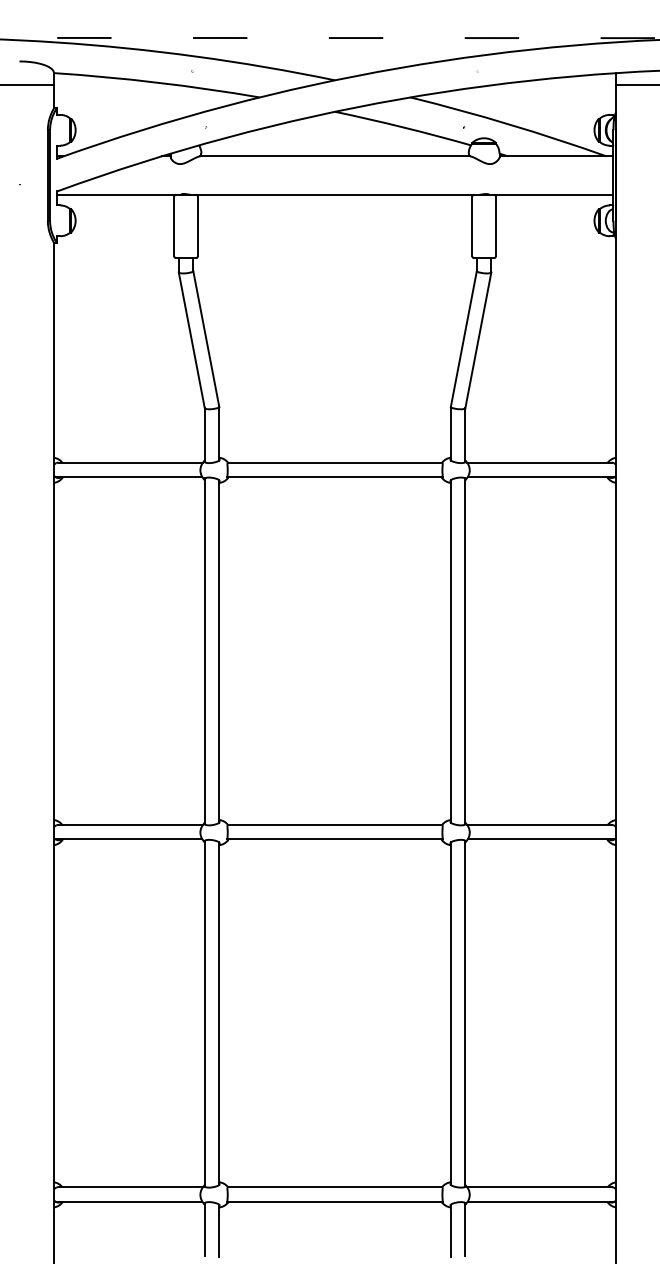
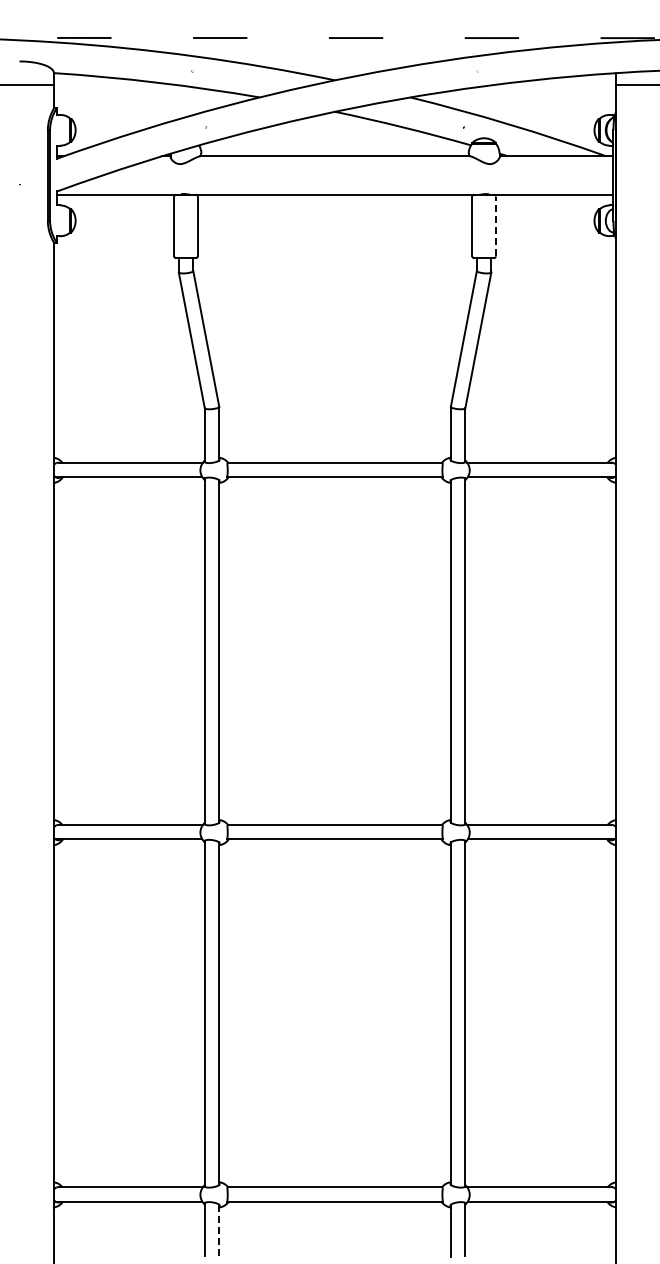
line at (495, 226): solid -> dashed
line at (219, 1231): solid -> dashed
